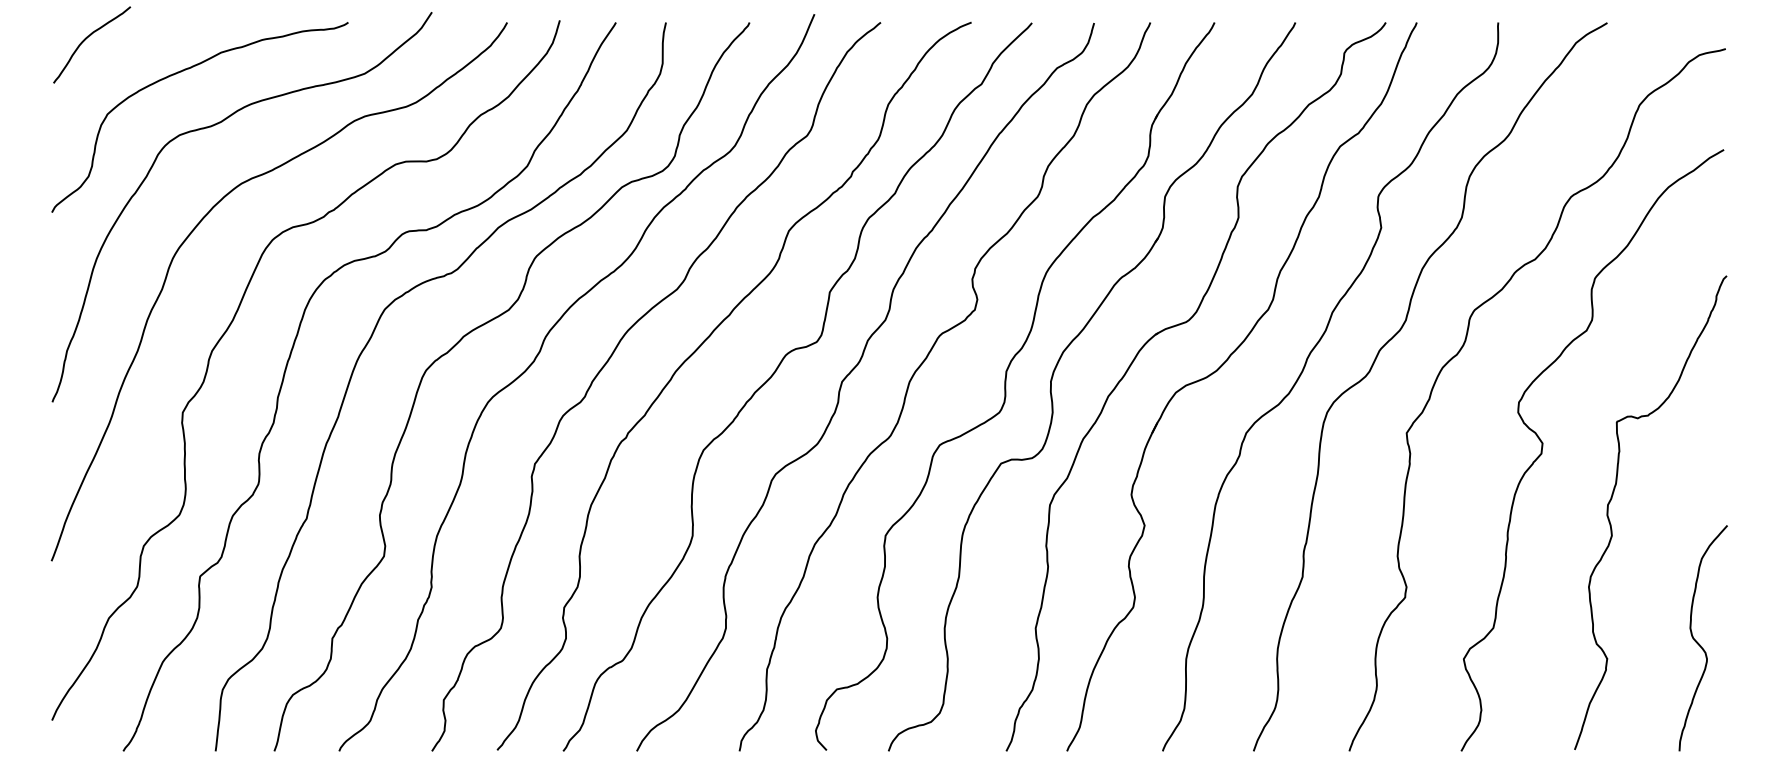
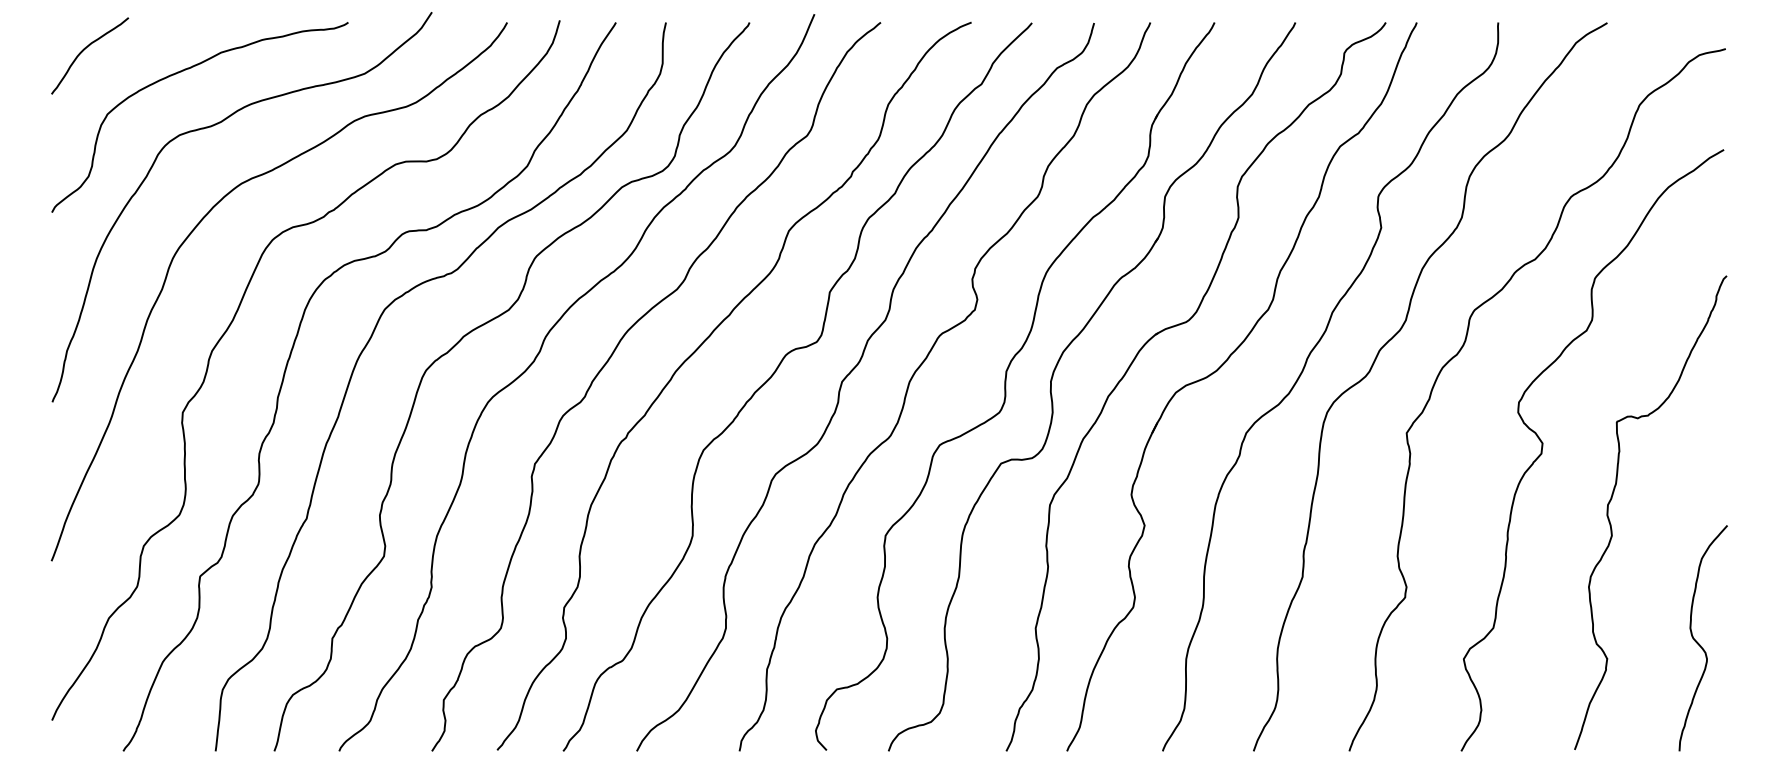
curve at (87, 38) position: (87, 38) -> (85, 49)
